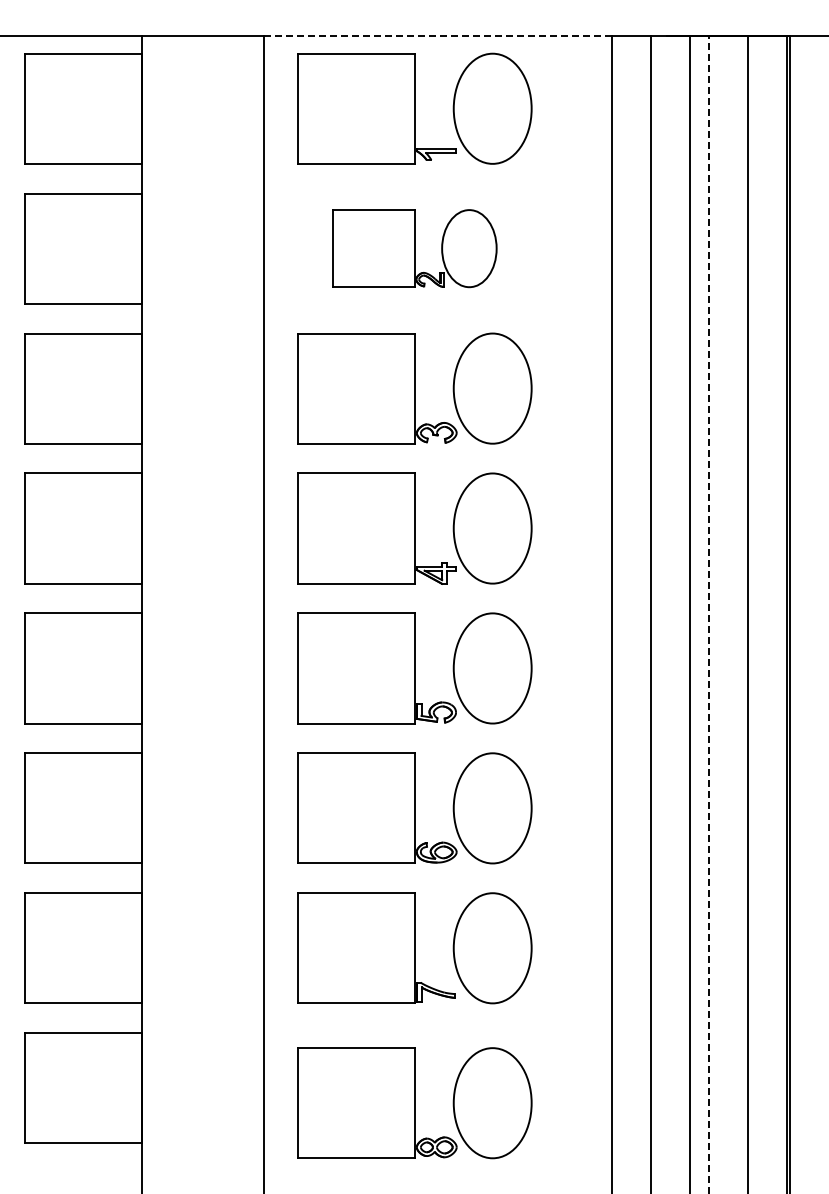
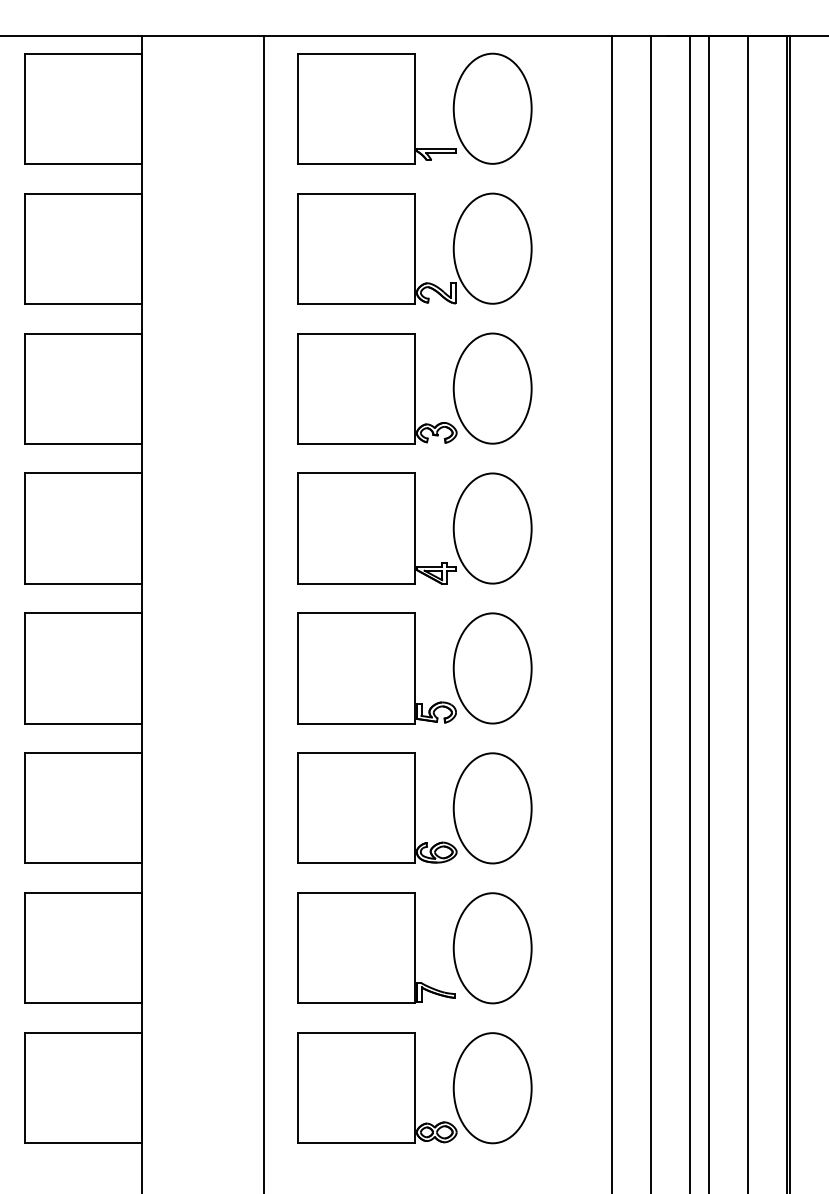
line at (437, 35): dashed -> solid
part at (414, 248) size: 166x80 px -> 236x113 px
line at (709, 614): dashed -> solid
part at (414, 1103) position: (414, 1103) -> (414, 1088)
